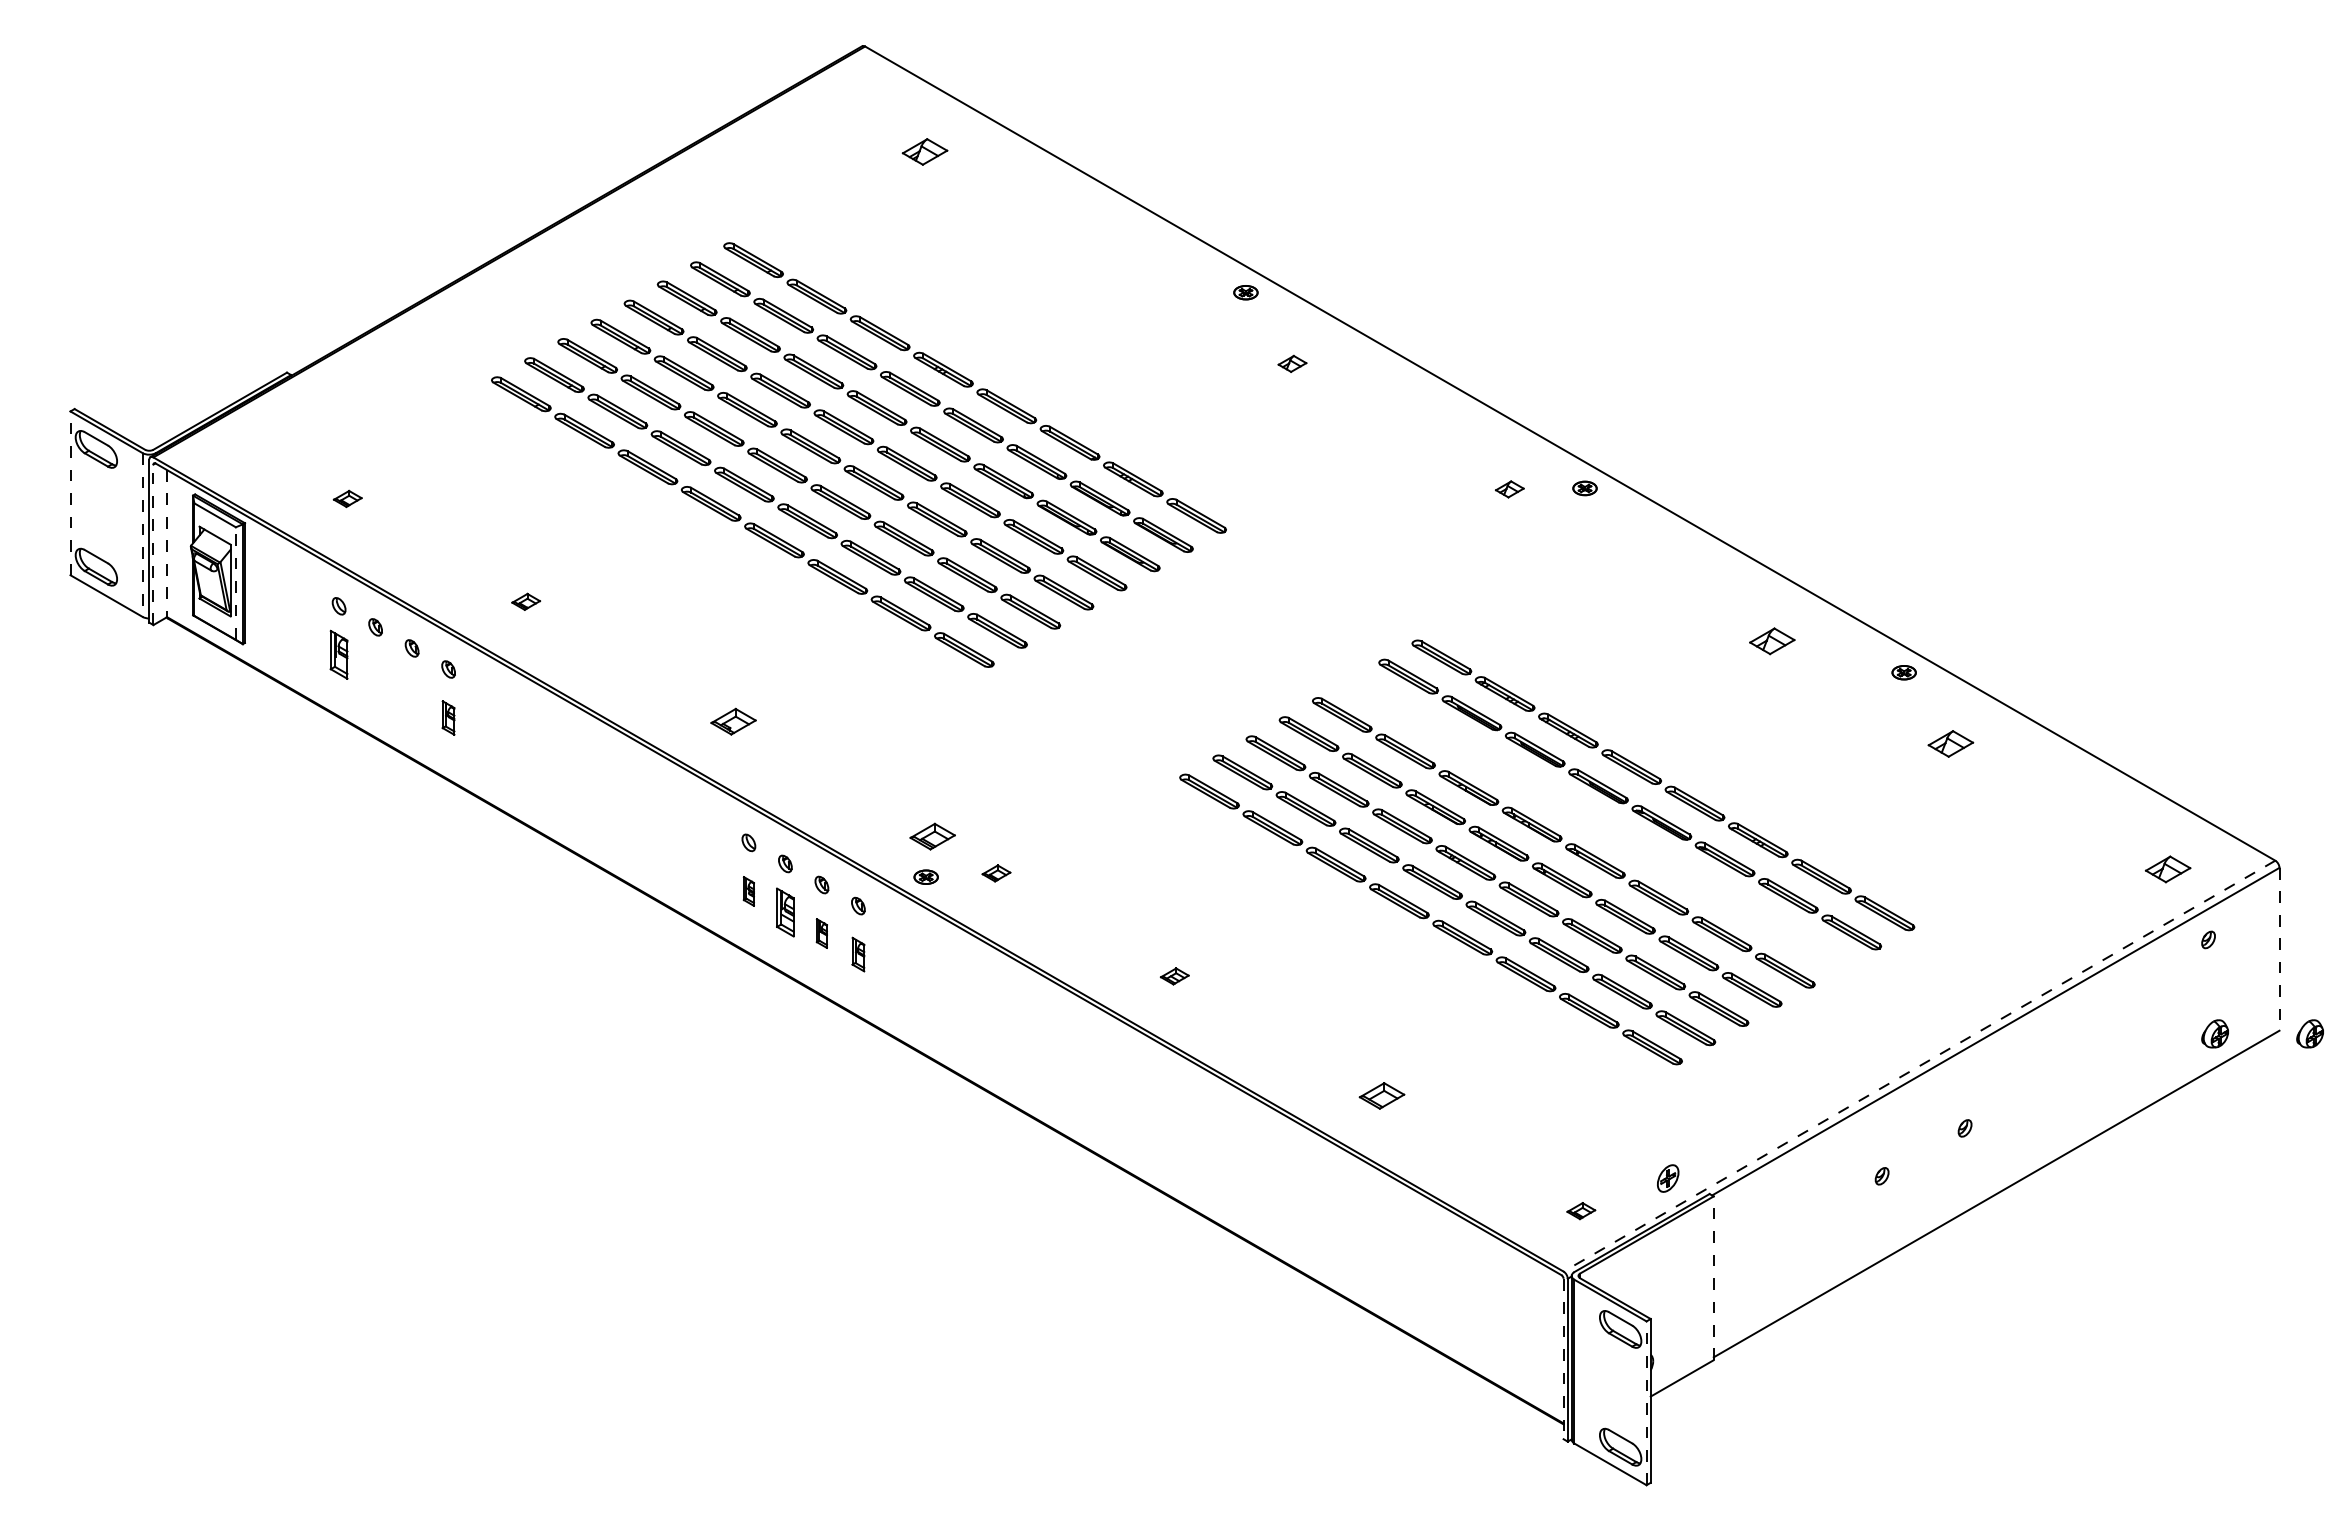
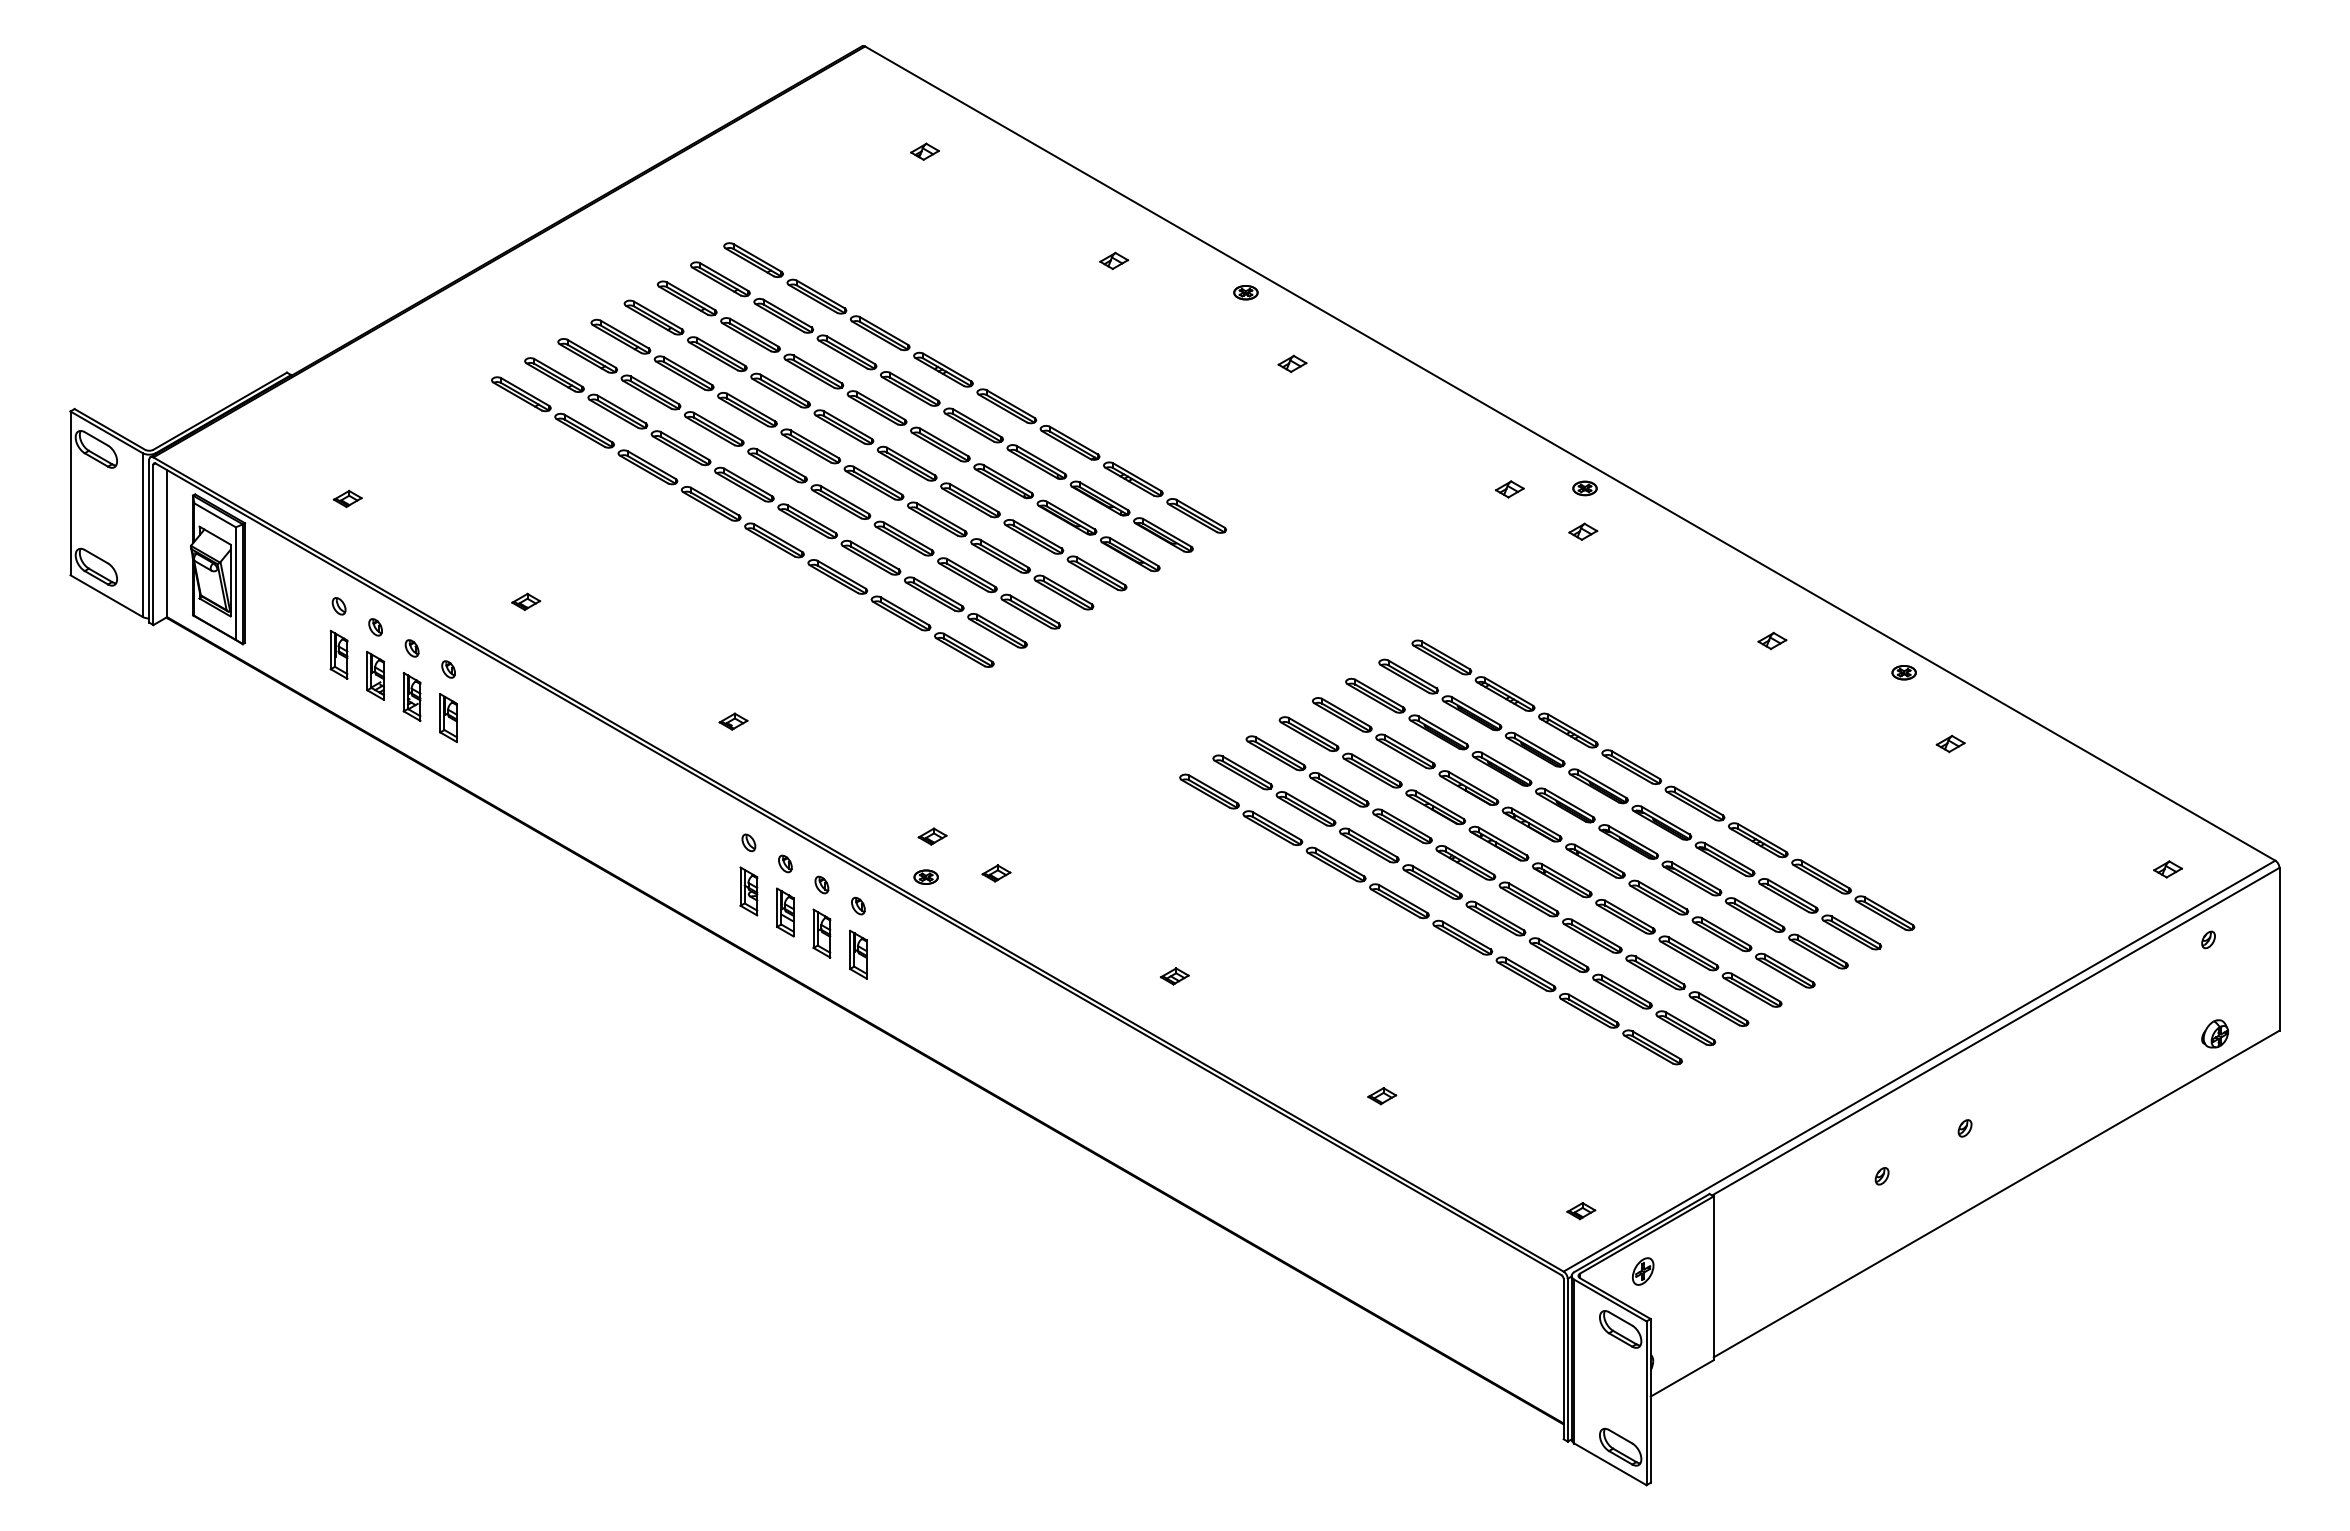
part at (924, 151) size: 48x28 px -> 30x19 px
part at (1114, 260): none -> present
line at (70, 493): dashed -> solid
part at (1583, 531): none -> present
line at (142, 535): dashed -> solid
line at (166, 543): dashed -> solid
line at (153, 544): dashed -> solid
line at (235, 583): dashed -> solid
part at (1772, 641) size: 47x29 px -> 31x19 px
part at (375, 675): none -> present
part at (411, 696): none -> present
part at (448, 717) size: 15x36 px -> 19x50 px
part at (733, 721) size: 47x29 px -> 31x19 px
part at (1950, 743) size: 48x28 px -> 31x20 px
part at (1596, 823): none -> present
part at (932, 836) size: 47x29 px -> 31x19 px
part at (2167, 869) size: 48x29 px -> 30x19 px
part at (748, 891) size: 13x31 px -> 20x51 px
part at (821, 933) size: 13x31 px -> 20x51 px
line at (2279, 949): dashed -> solid
part at (858, 954) size: 15x37 px -> 19x51 px
part at (2309, 1033): present -> none
line at (1919, 1066): dashed -> solid
part at (1381, 1095) size: 48x28 px -> 31x19 px
part at (1668, 1178) position: (1668, 1178) -> (1643, 1271)
line at (1713, 1278): dashed -> solid
line at (1563, 1359): dashed -> solid
line at (1646, 1403): dashed -> solid
